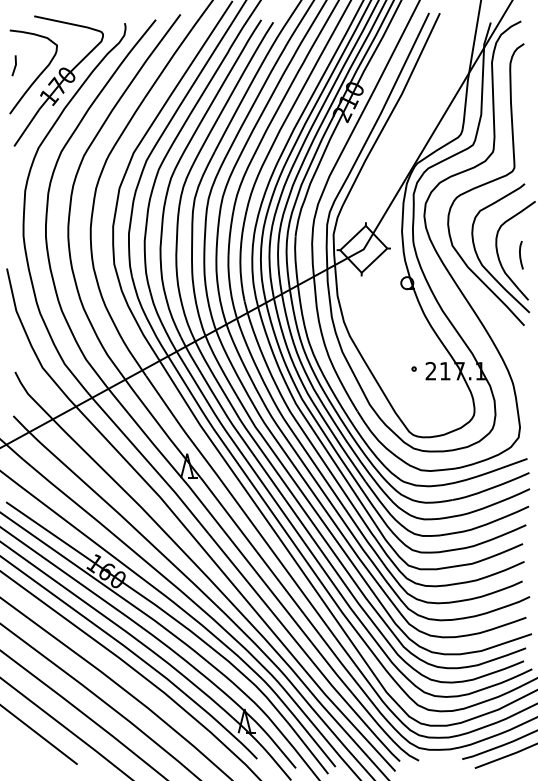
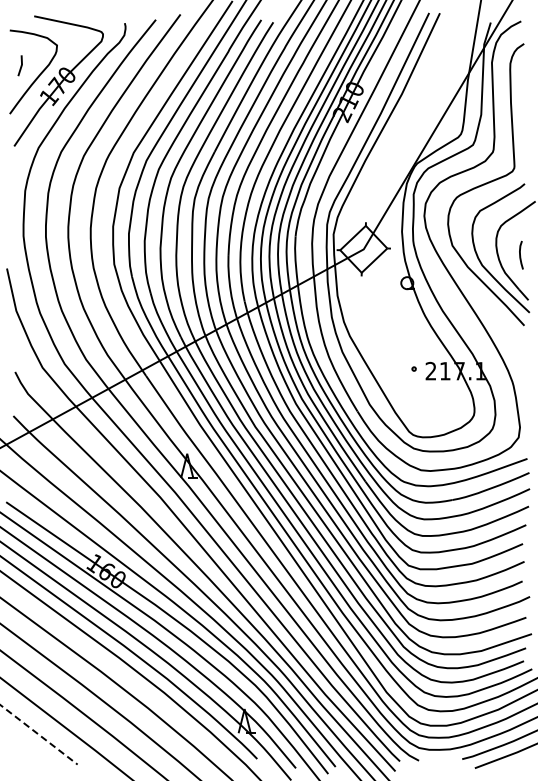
line at (14, 65) position: (14, 65) -> (20, 65)
line at (39, 734): solid -> dashed
